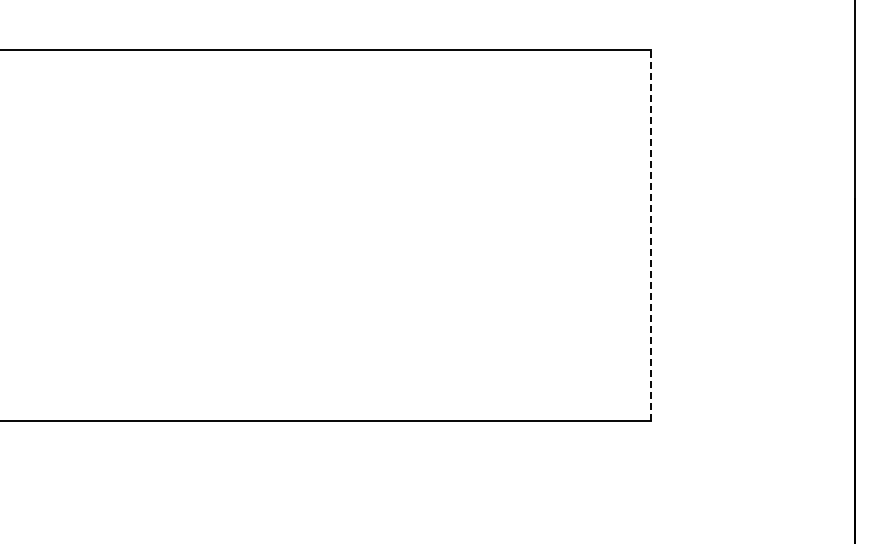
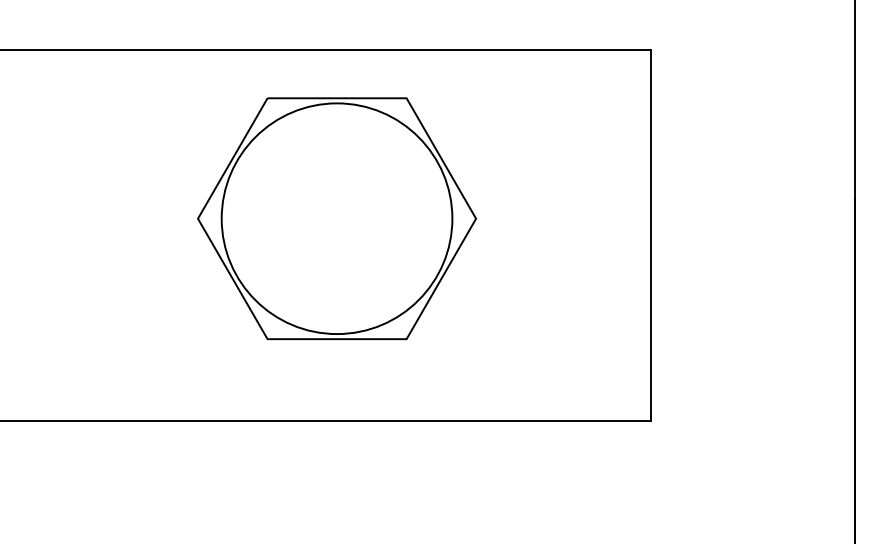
part at (336, 218): none -> present
line at (650, 234): dashed -> solid
